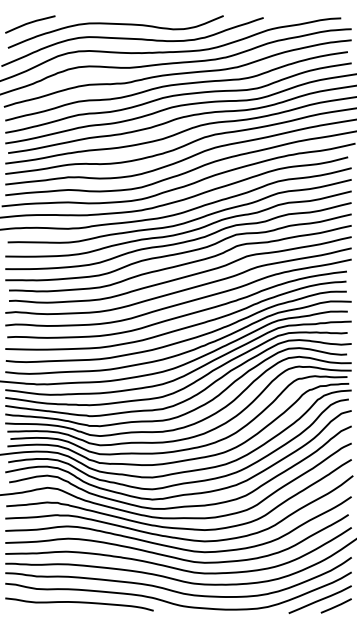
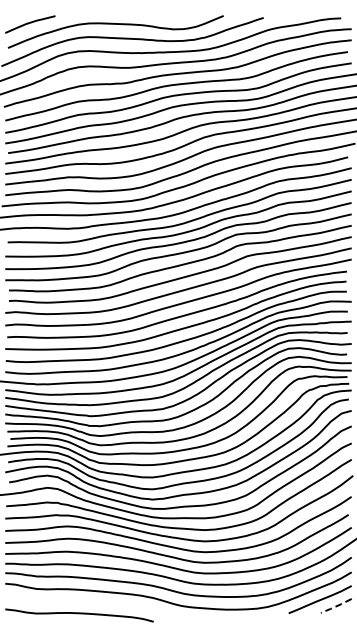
curve at (79, 603) position: (79, 603) -> (79, 614)
line at (335, 606): solid -> dashed
